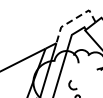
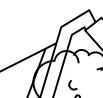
line at (73, 19): dashed -> solid
